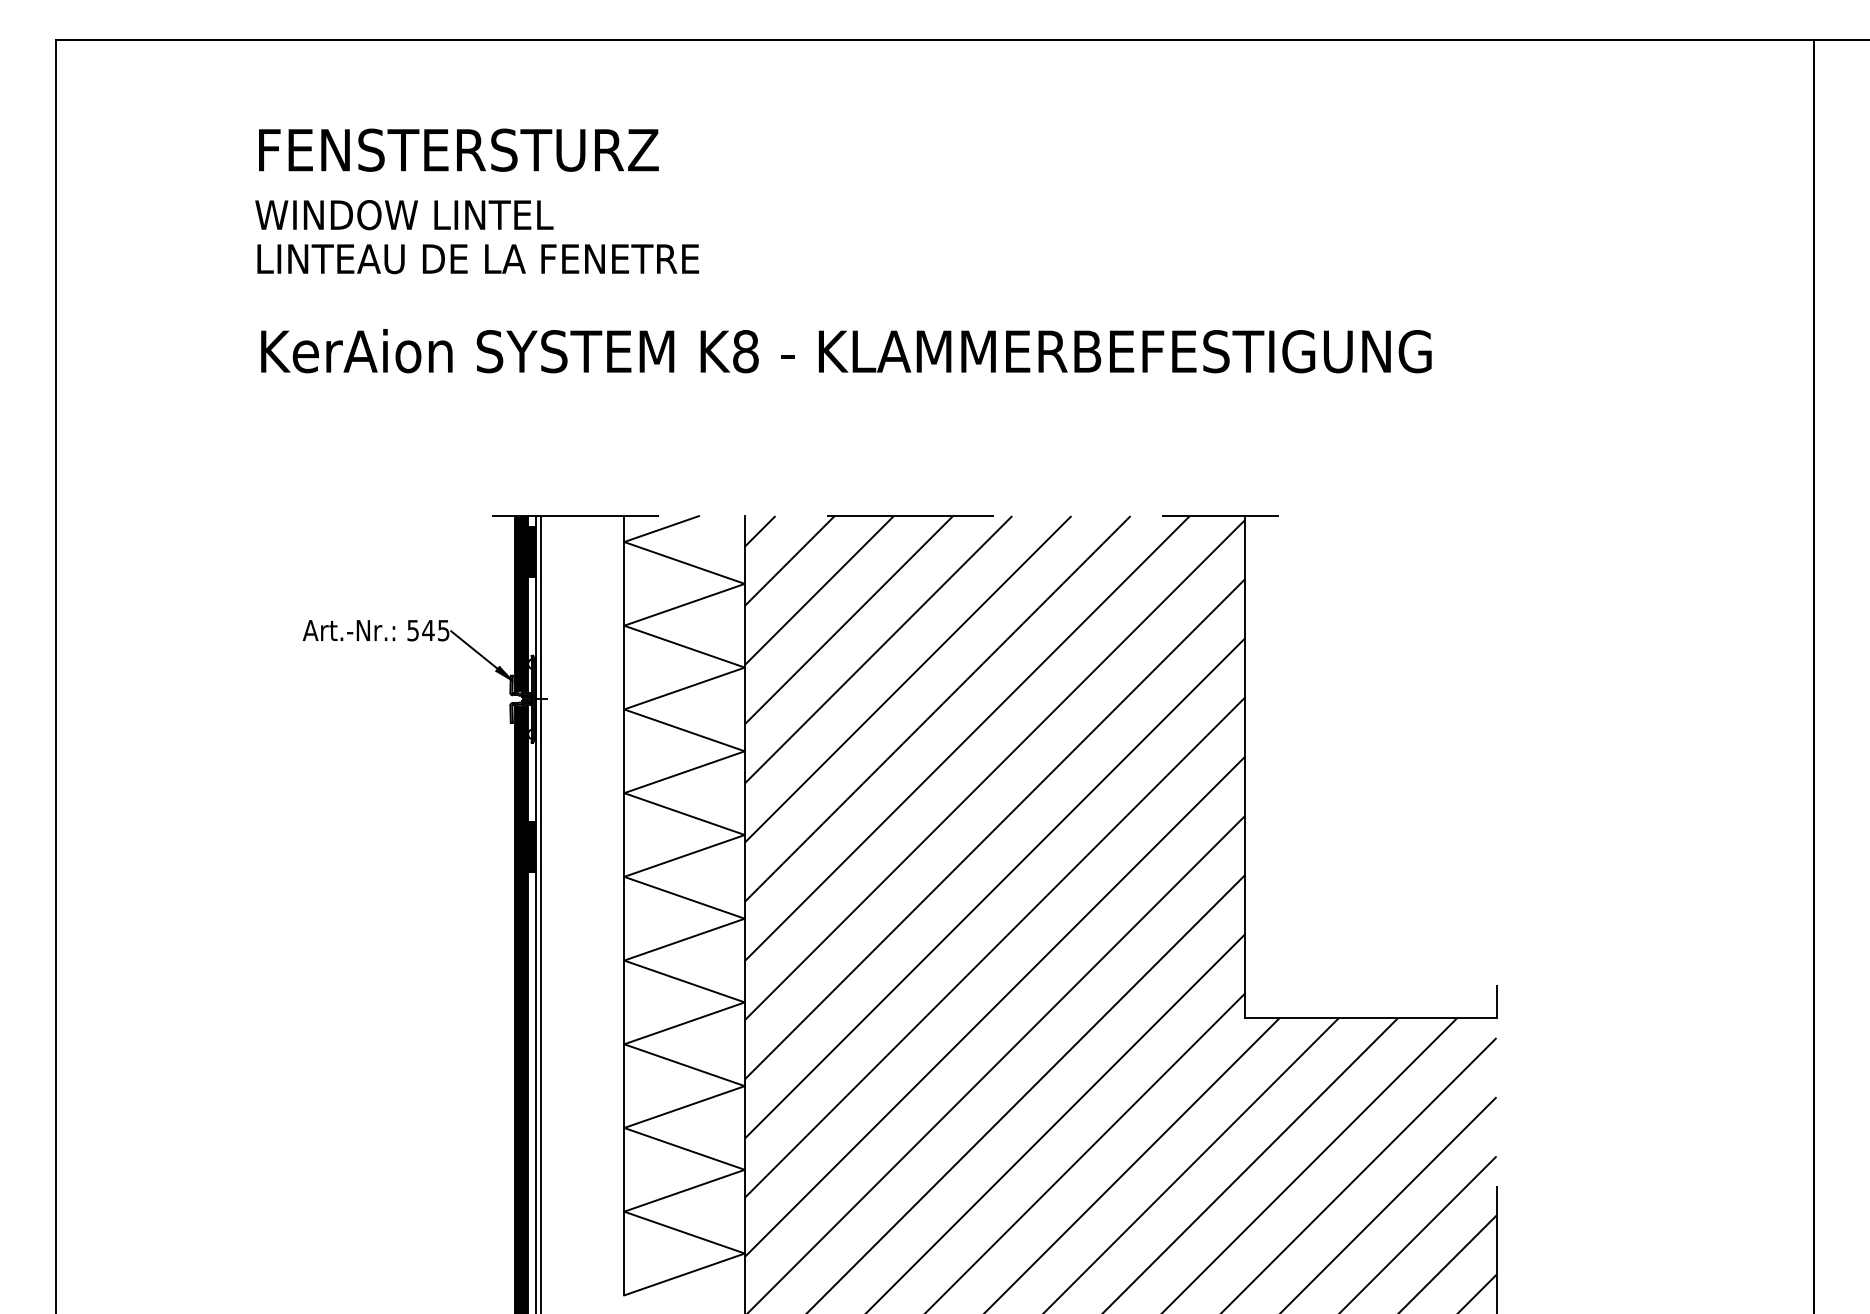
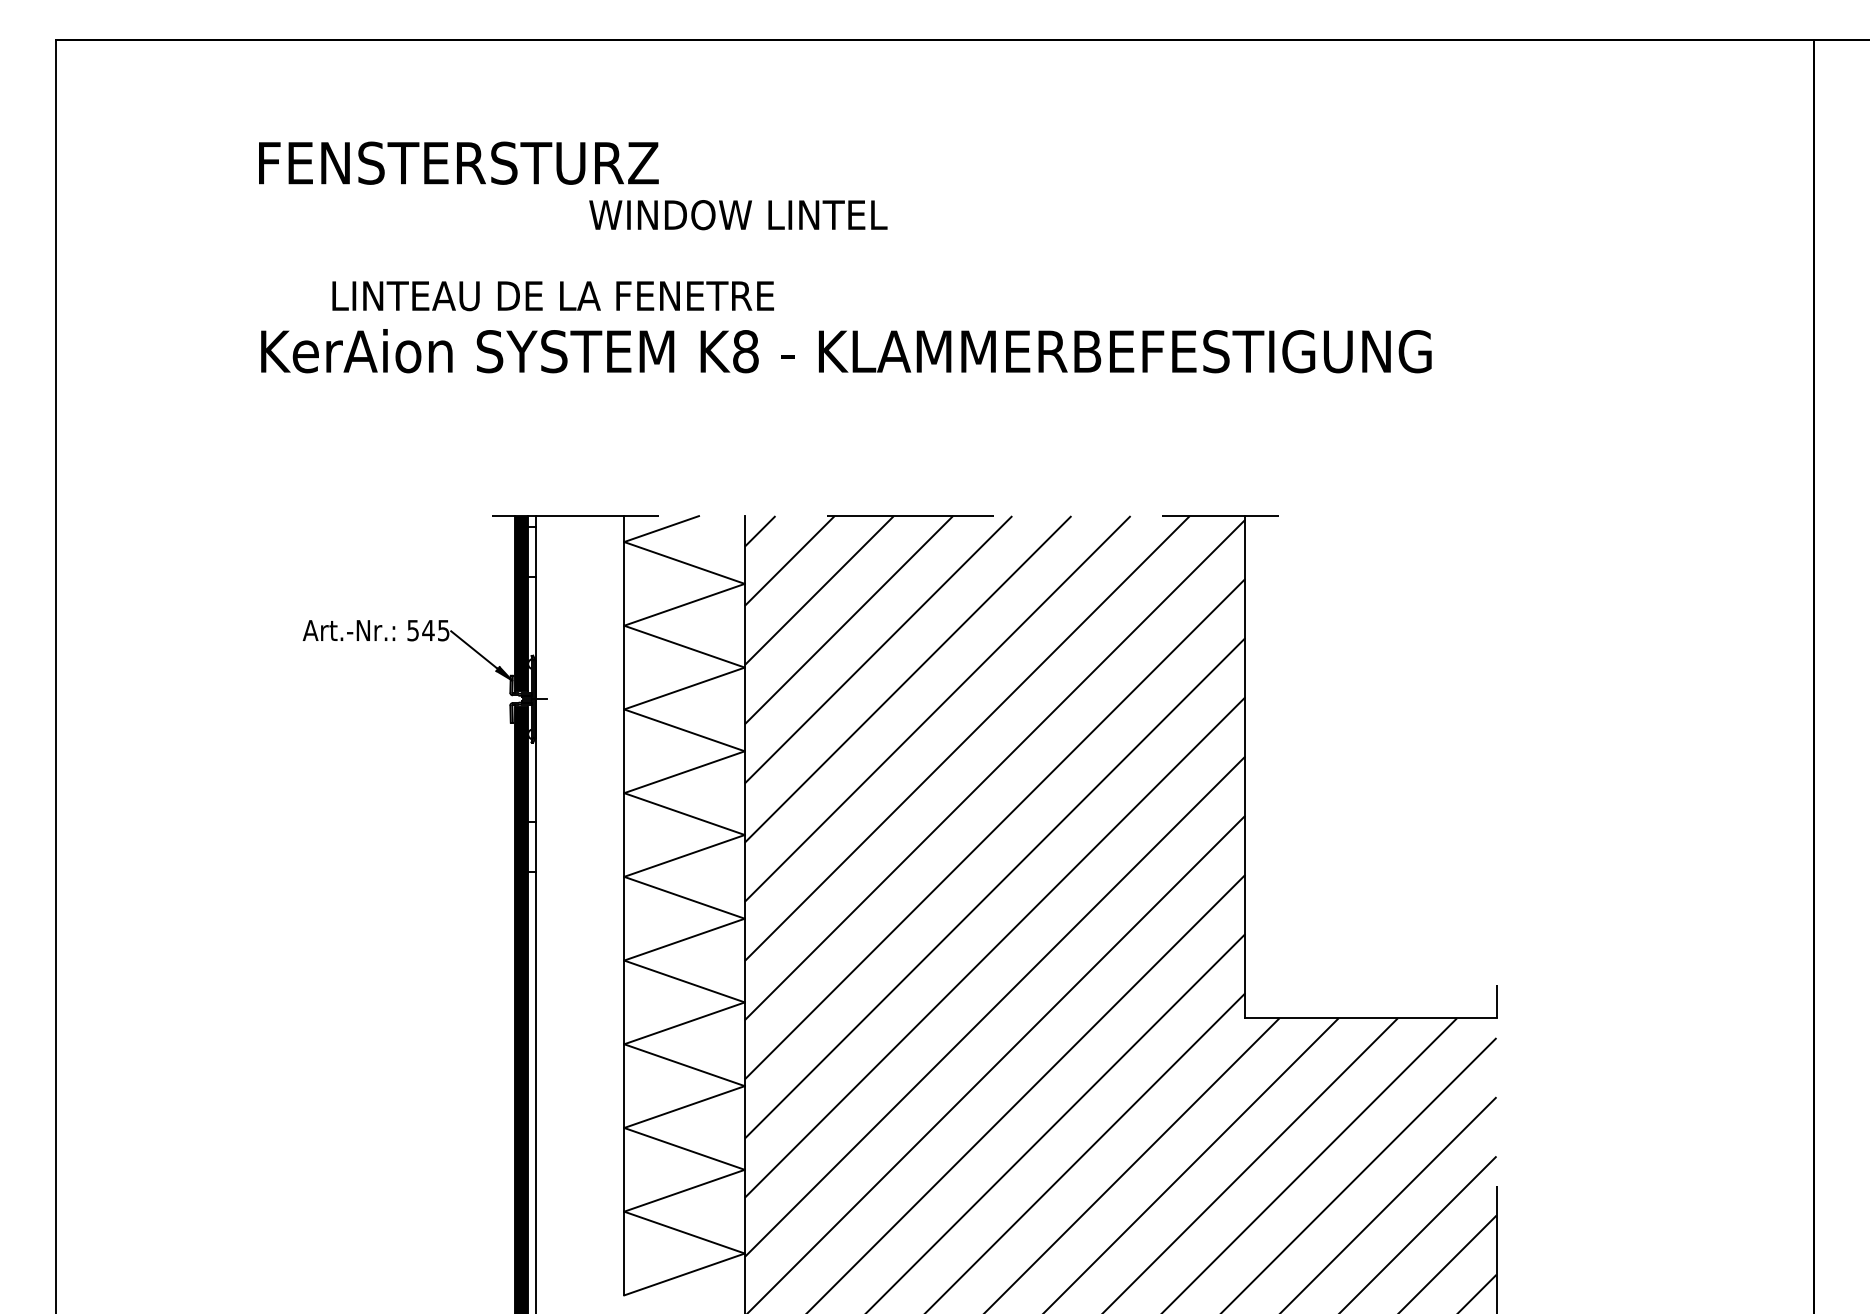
text at (458, 149) position: (458, 149) -> (458, 162)
text at (404, 215) position: (404, 215) -> (738, 215)
text at (477, 259) position: (477, 259) -> (552, 296)
fill at (531, 551): present -> none
fill at (531, 846): present -> none
line at (540, 913): present -> none
